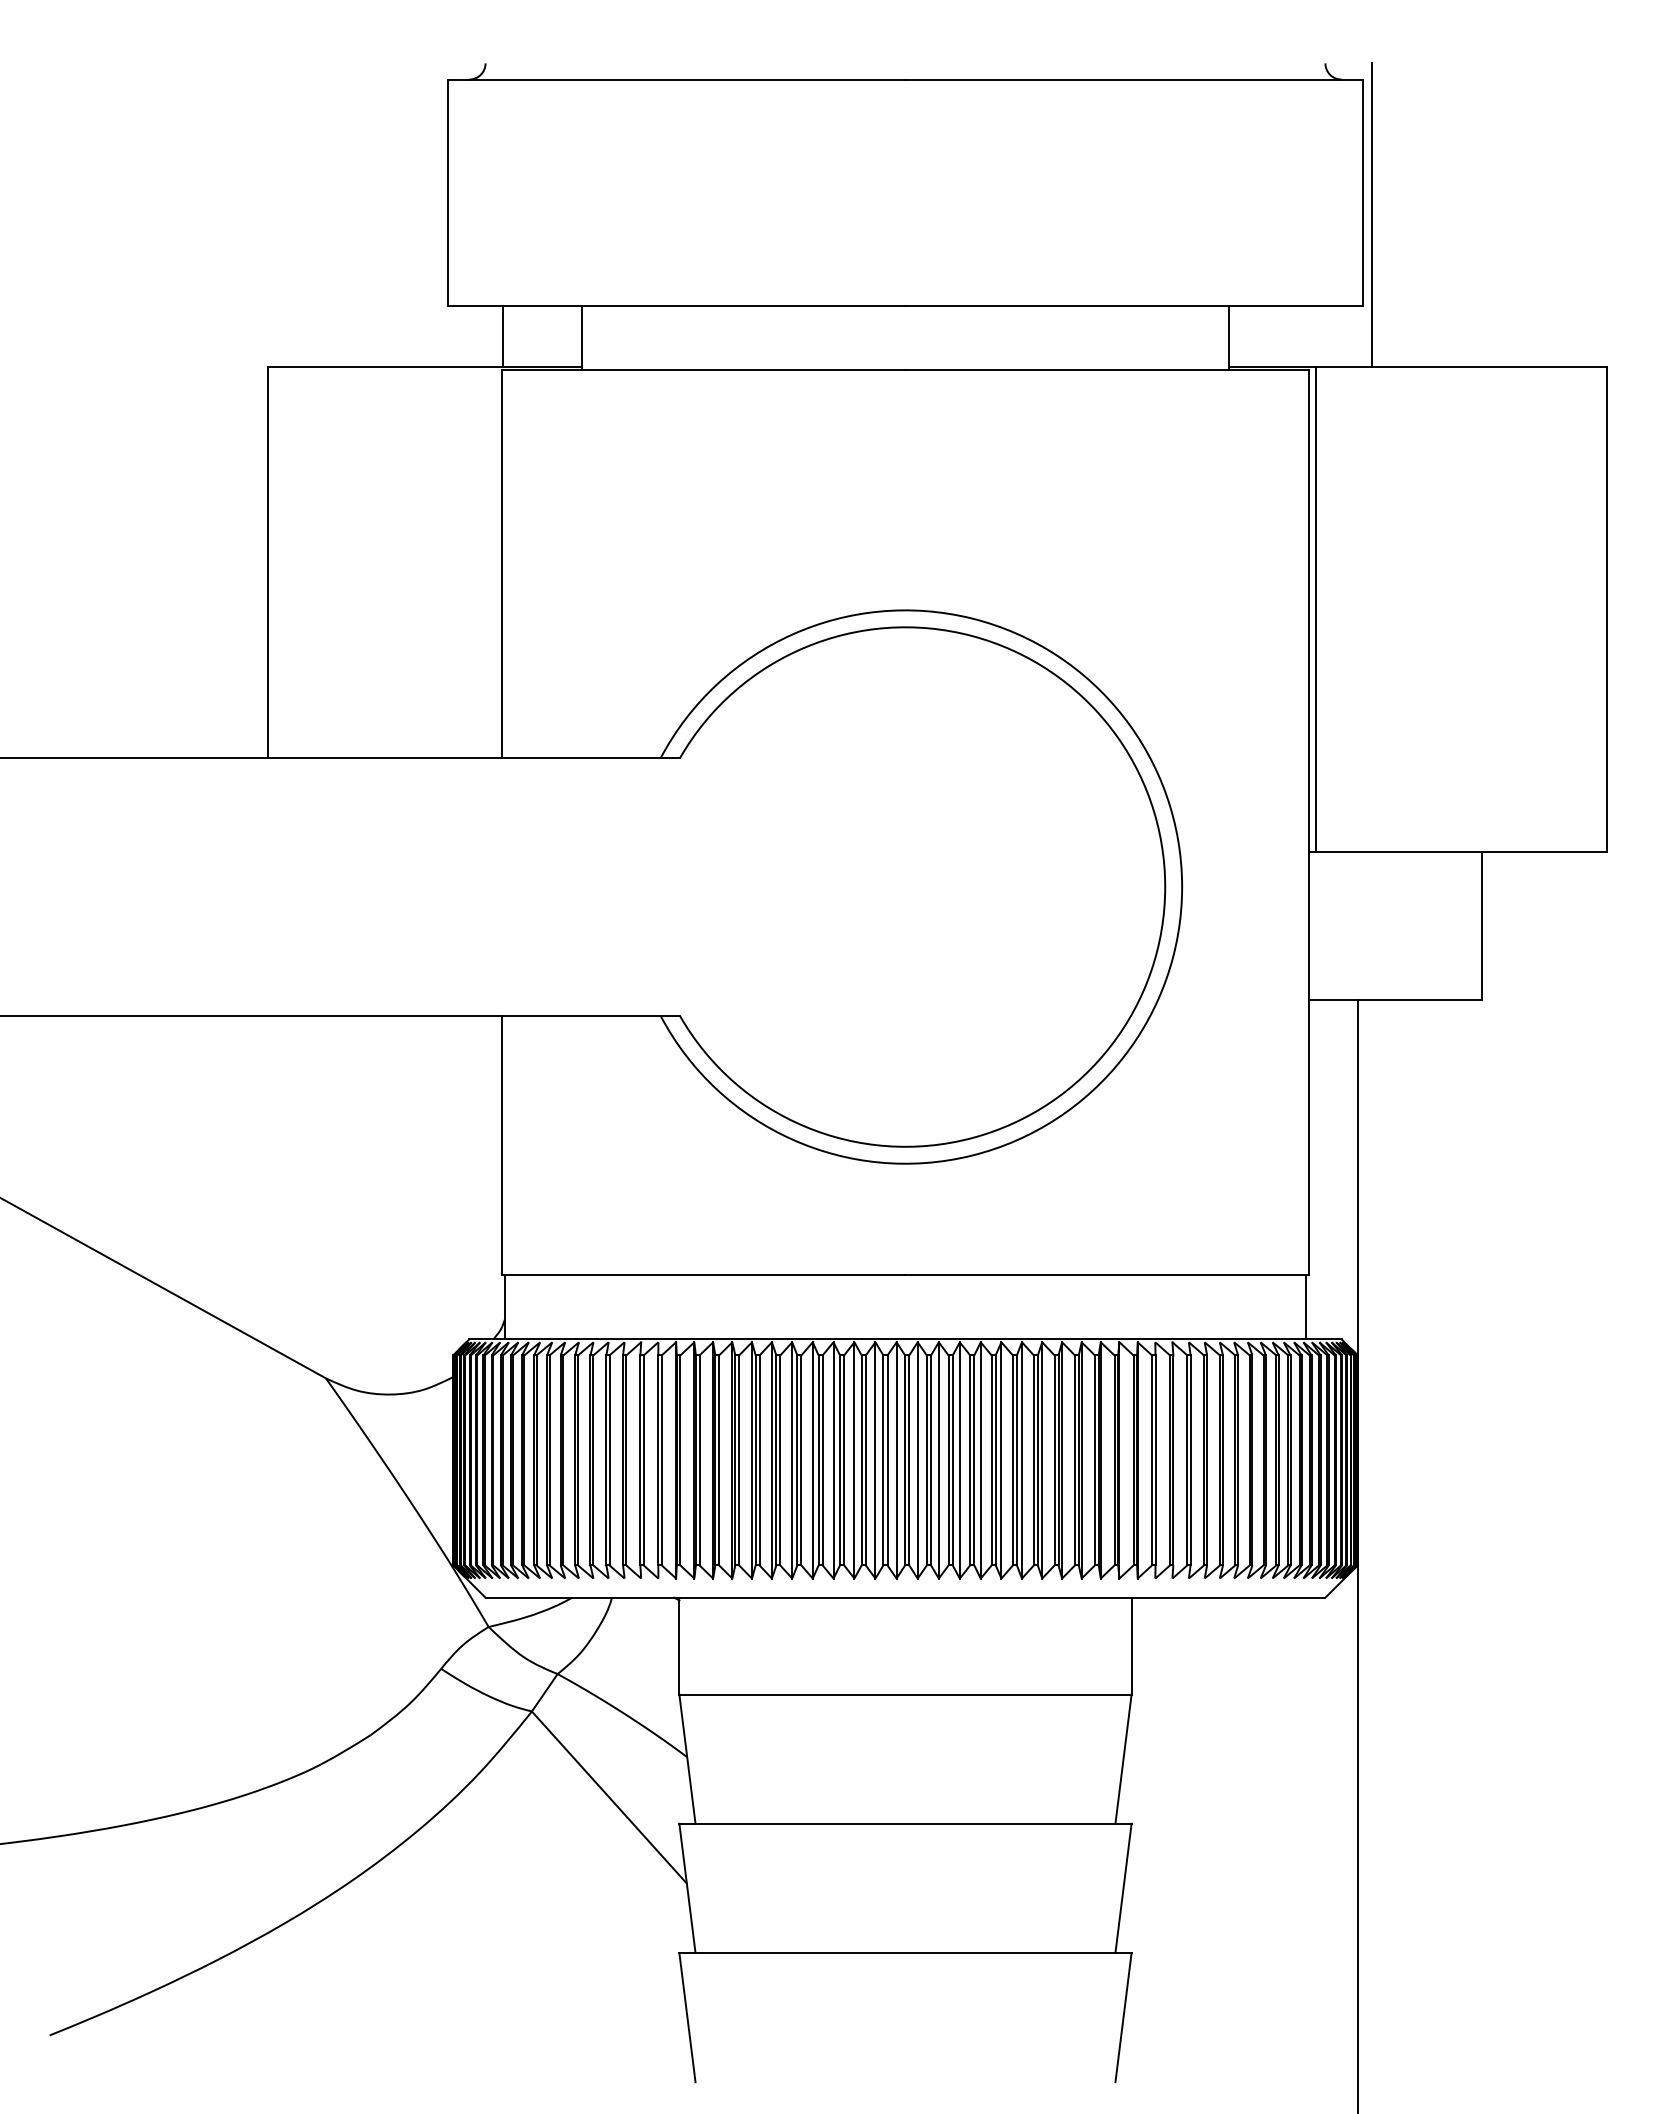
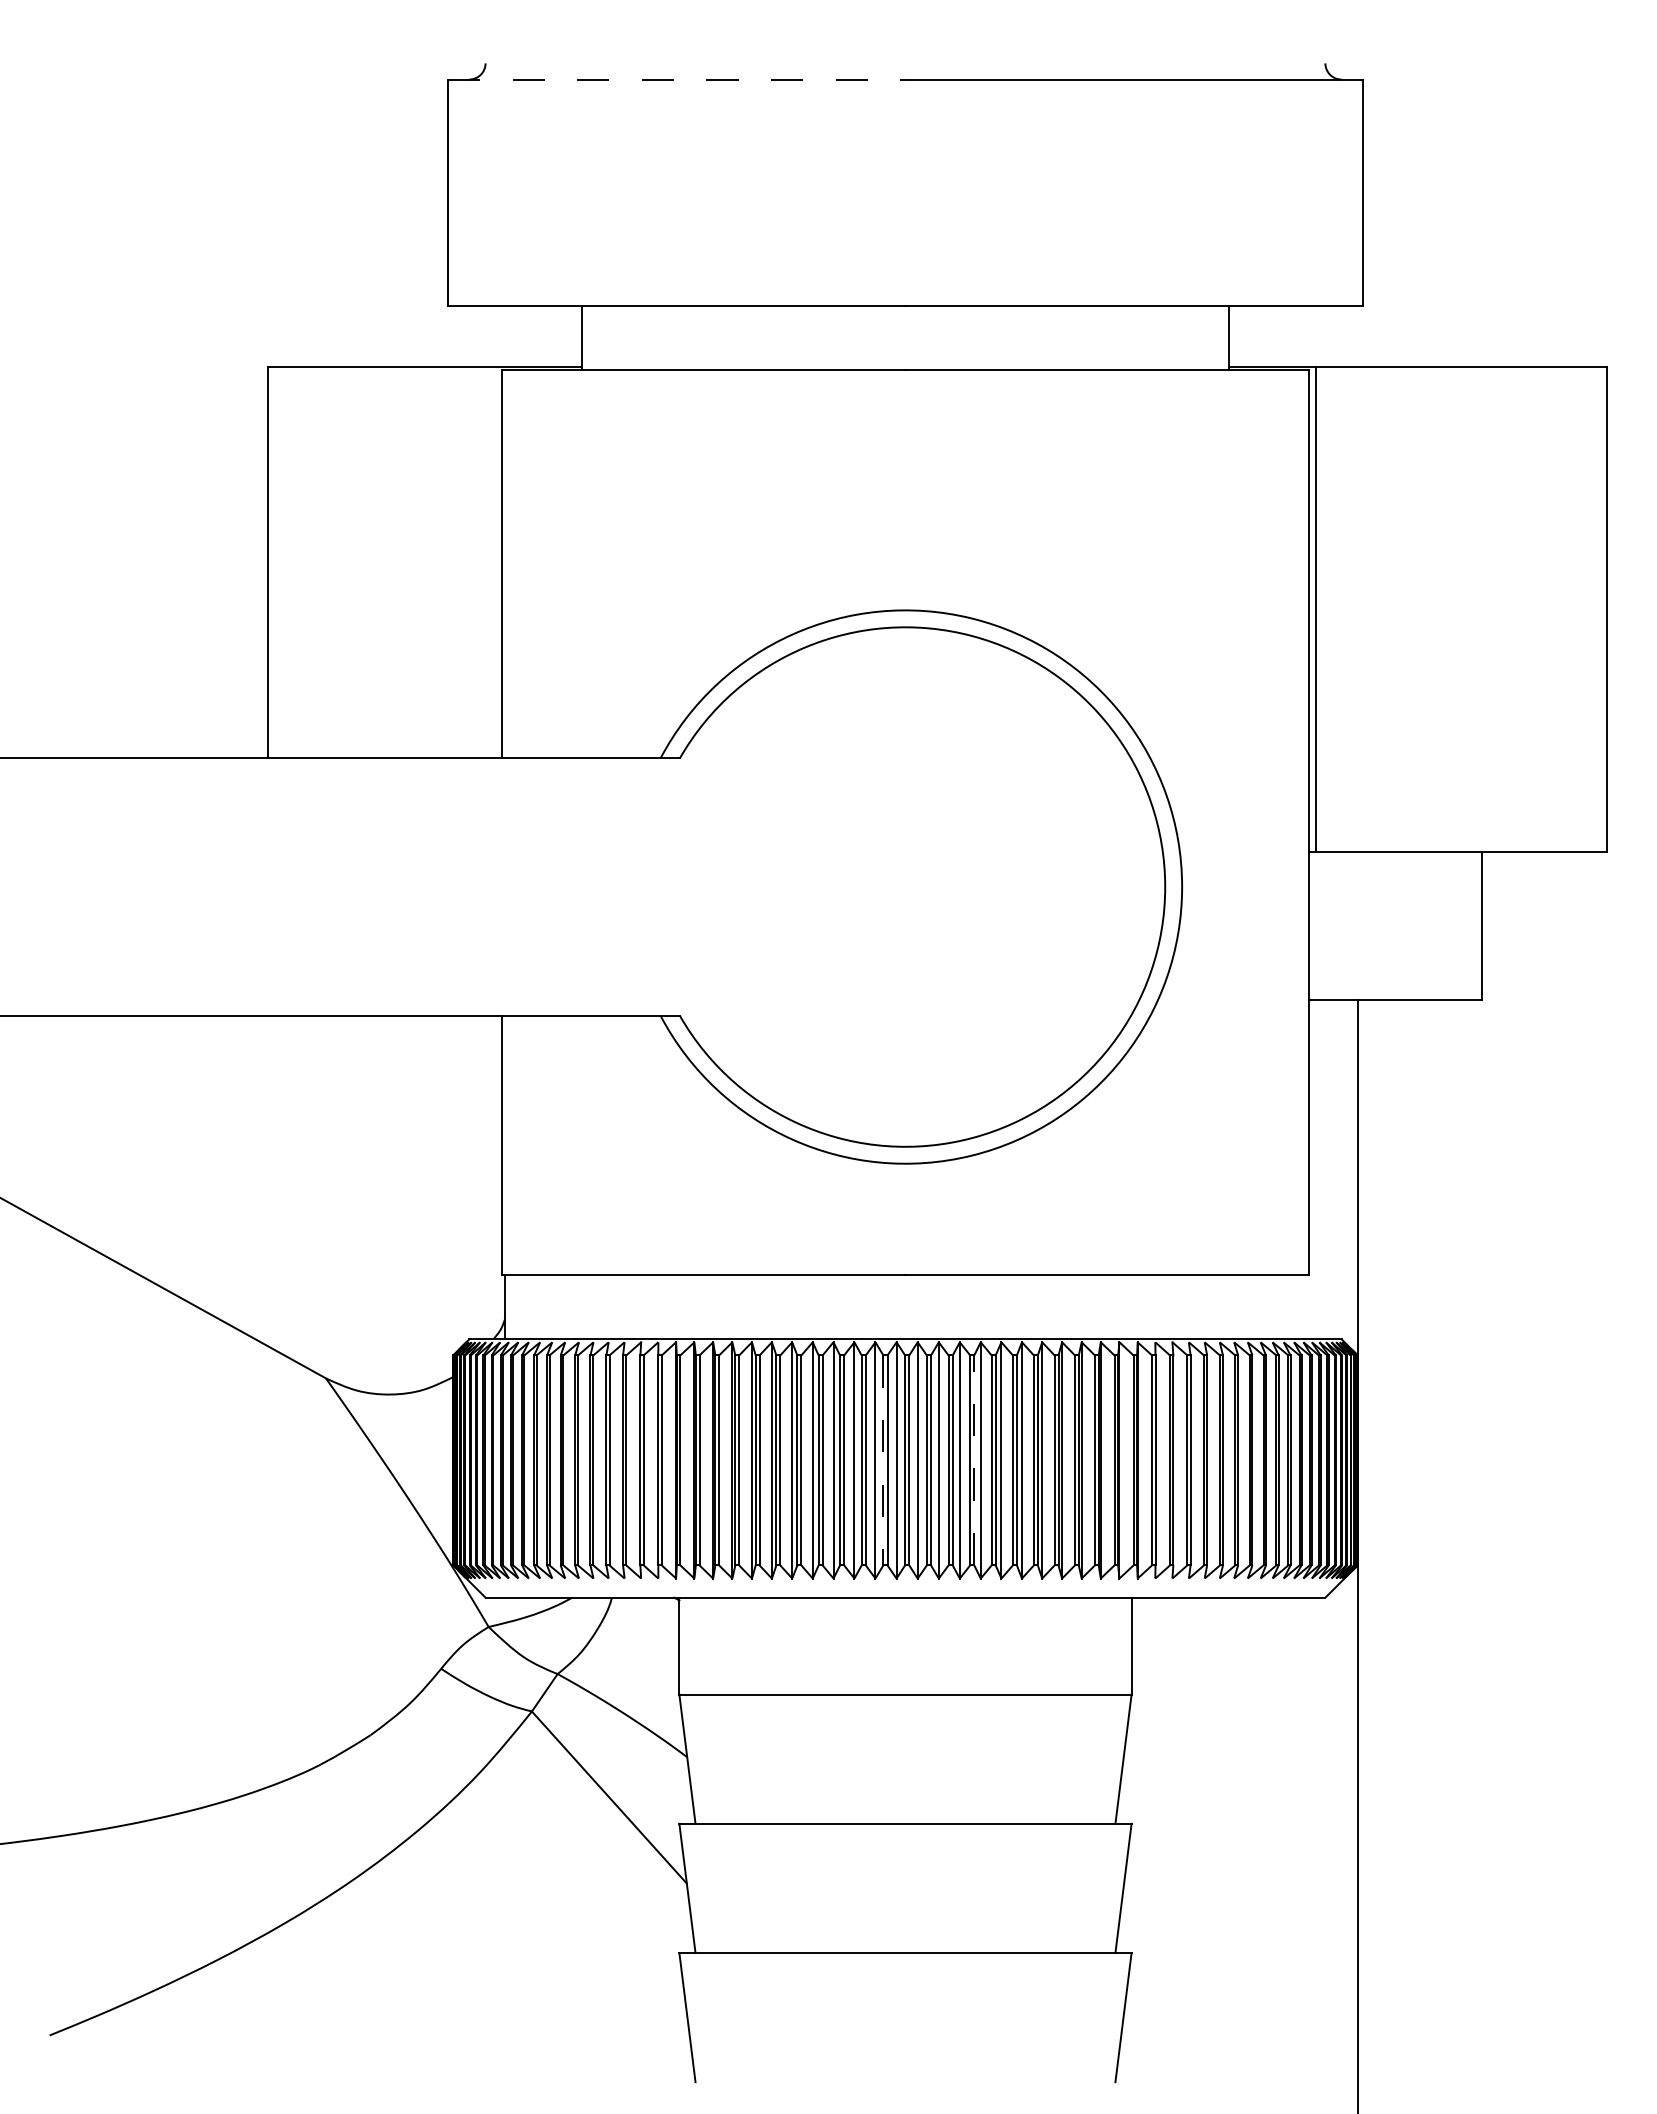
line at (676, 79): solid -> dashed
line at (1372, 215): present -> none
line at (503, 336): present -> none
line at (1306, 1306): present -> none
line at (883, 1460): solid -> dashed
line at (974, 1460): solid -> dashed
